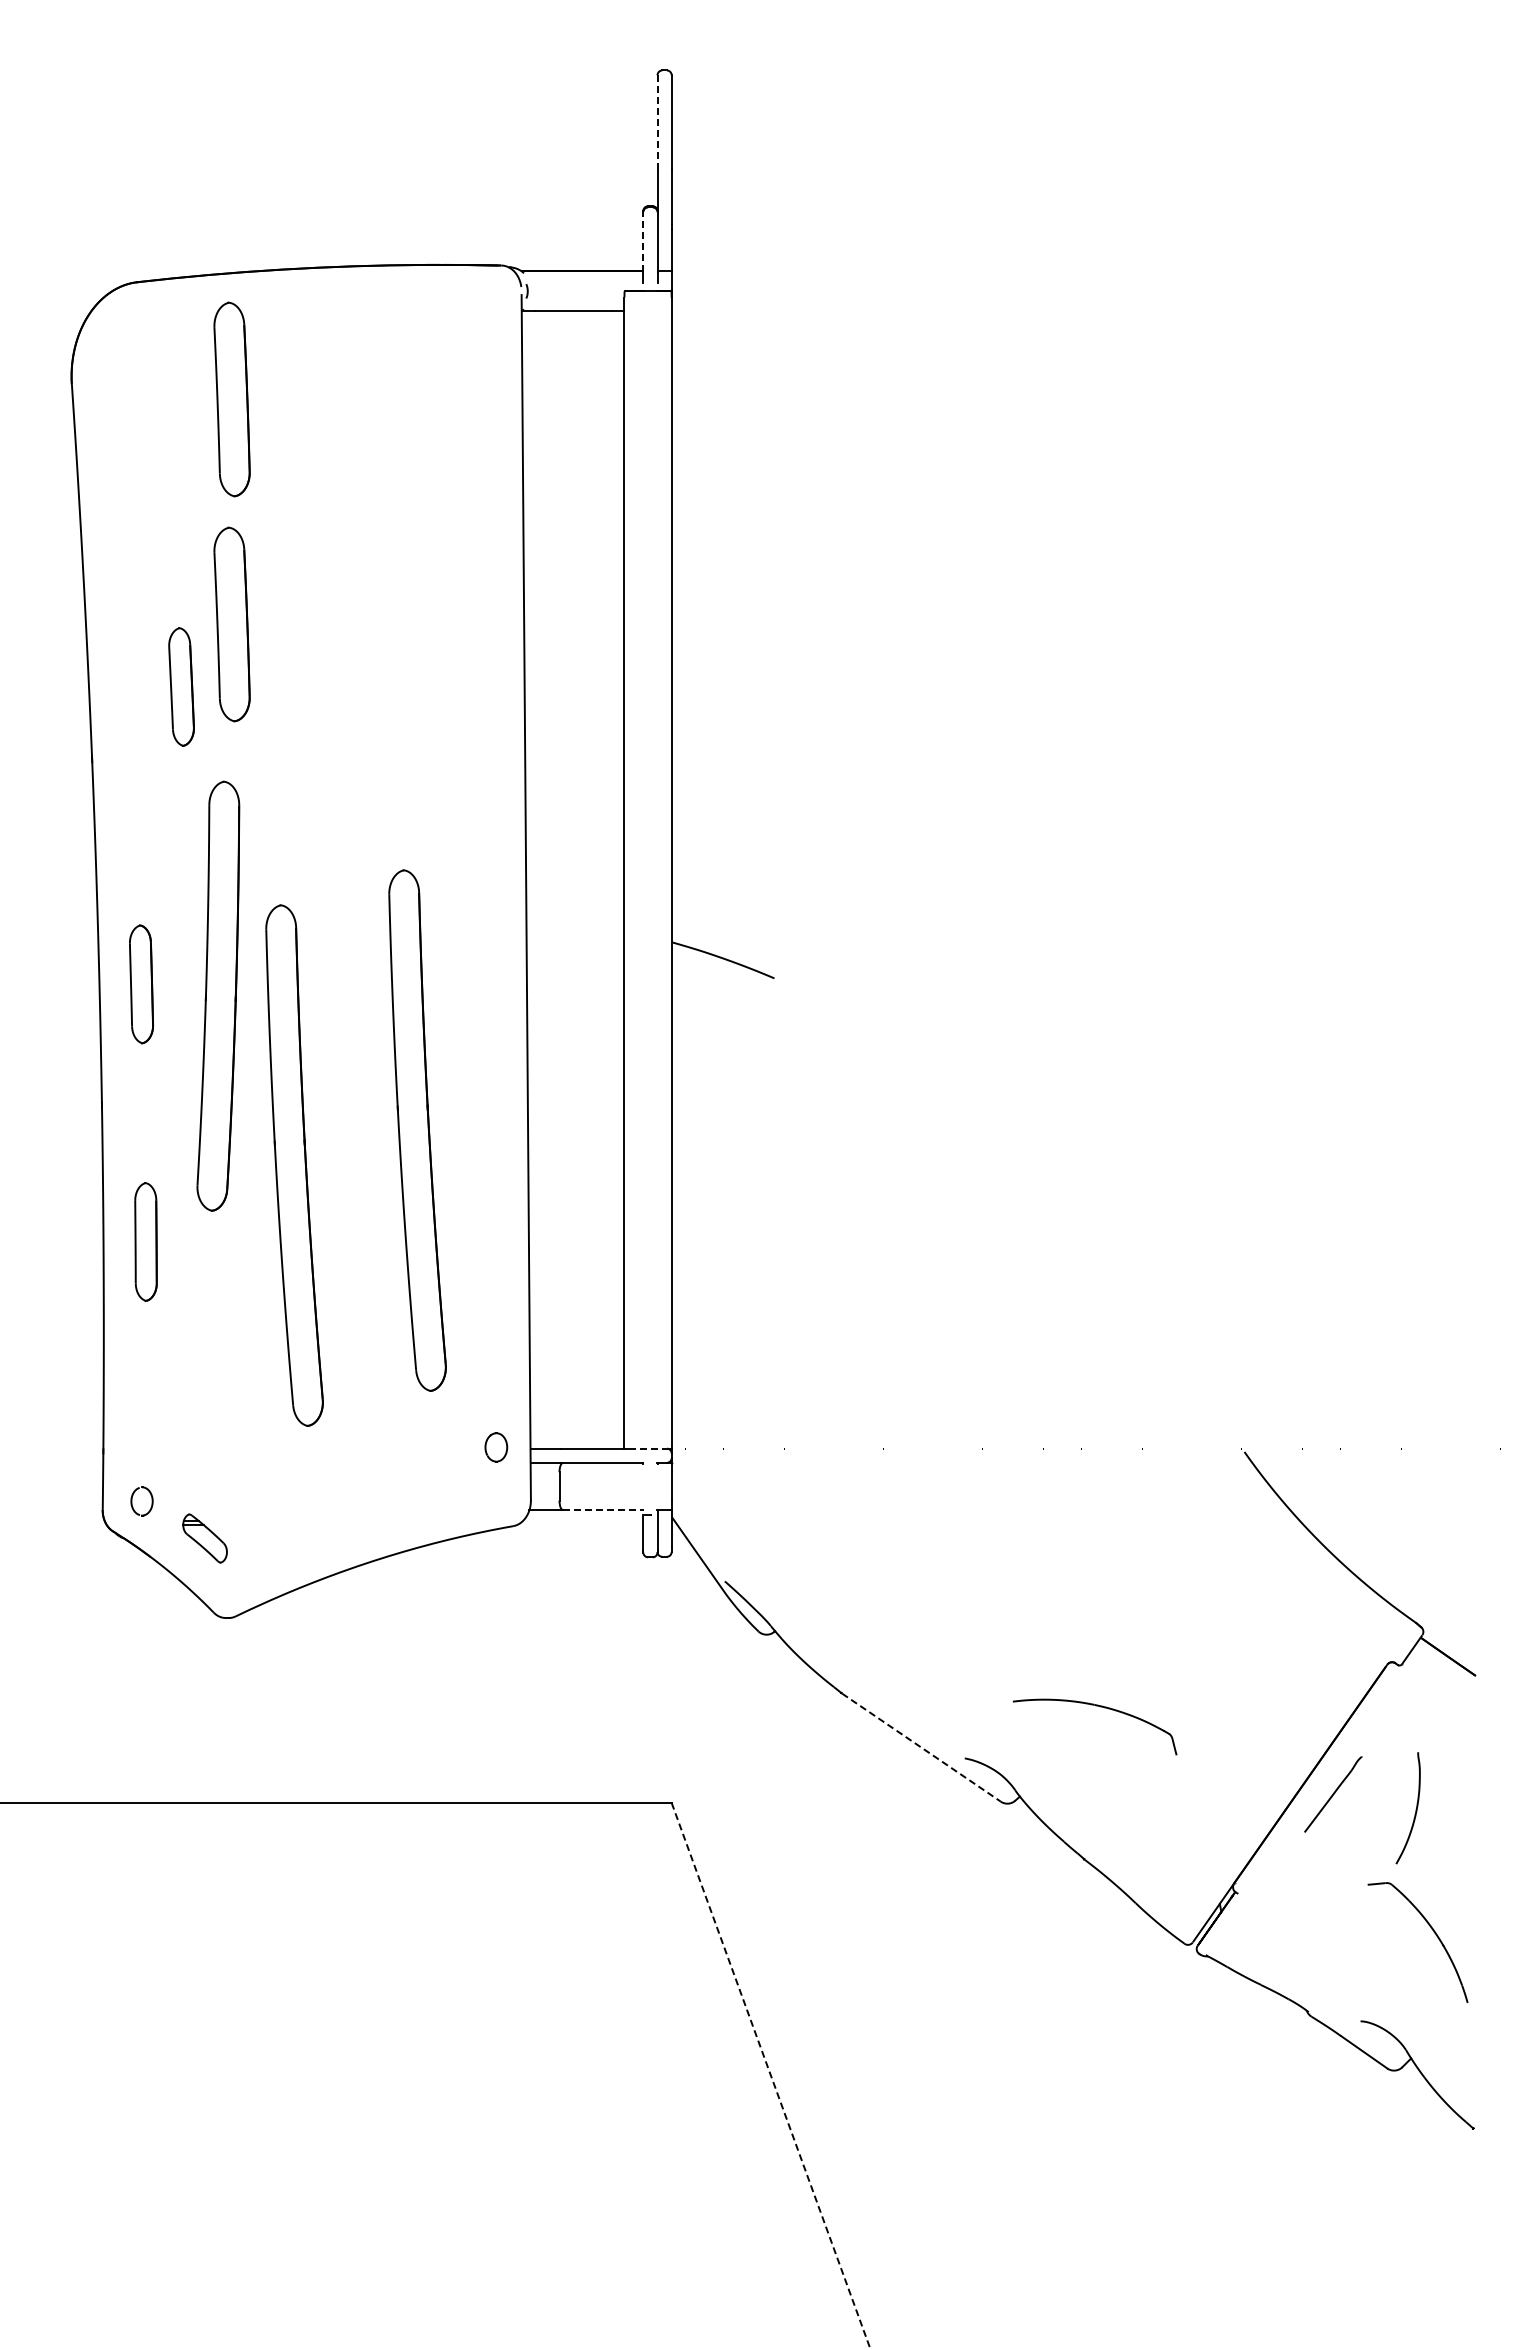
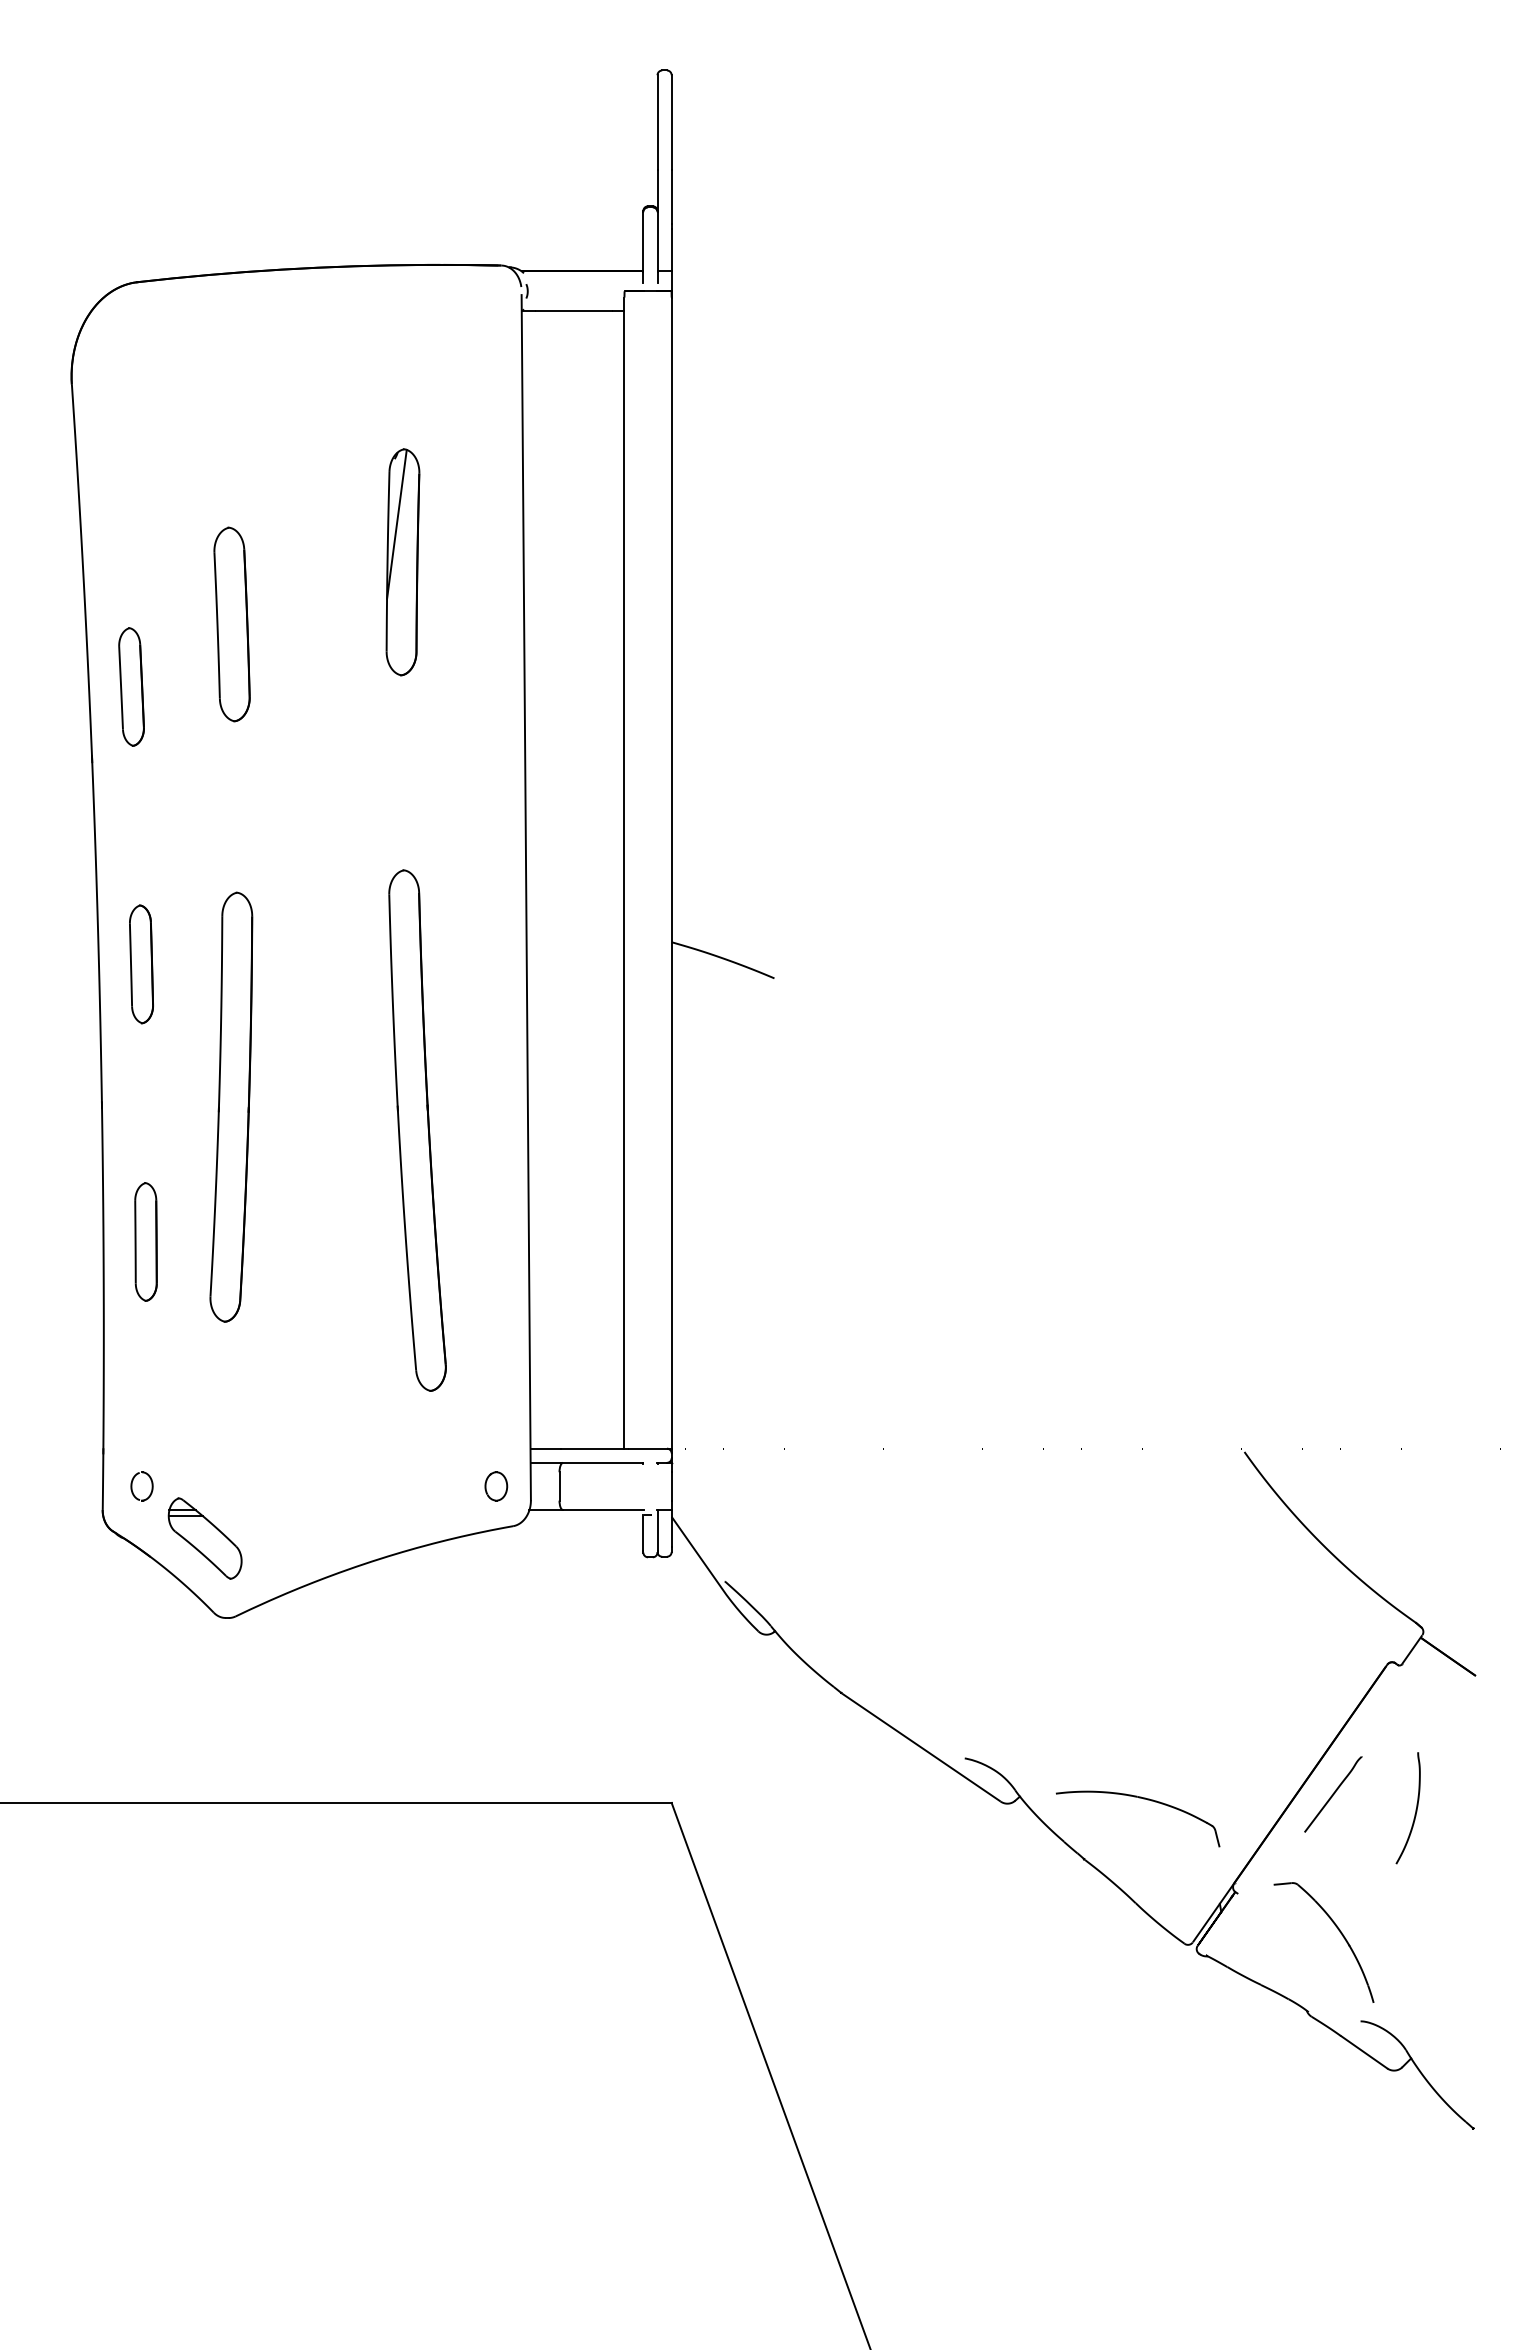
line at (657, 121): dashed -> solid
line at (643, 242): dashed -> solid
part at (231, 399): present -> none
part at (402, 562): none -> present
part at (181, 686) position: (181, 686) -> (131, 686)
part at (141, 984) position: (141, 984) -> (141, 964)
part at (218, 995) position: (218, 995) -> (231, 1106)
part at (294, 1165): present -> none
part at (496, 1447) position: (496, 1447) -> (496, 1486)
line at (648, 1448): dashed -> solid
part at (132, 1501) position: (132, 1501) -> (132, 1486)
line at (603, 1510): dashed -> solid
part at (204, 1538) size: 46x51 px -> 76x83 px
part at (1100, 1707) position: (1100, 1707) -> (1143, 1799)
line at (921, 1747): dashed -> solid
part at (1433, 1932) position: (1433, 1932) -> (1339, 1932)
line at (771, 2076): dashed -> solid
